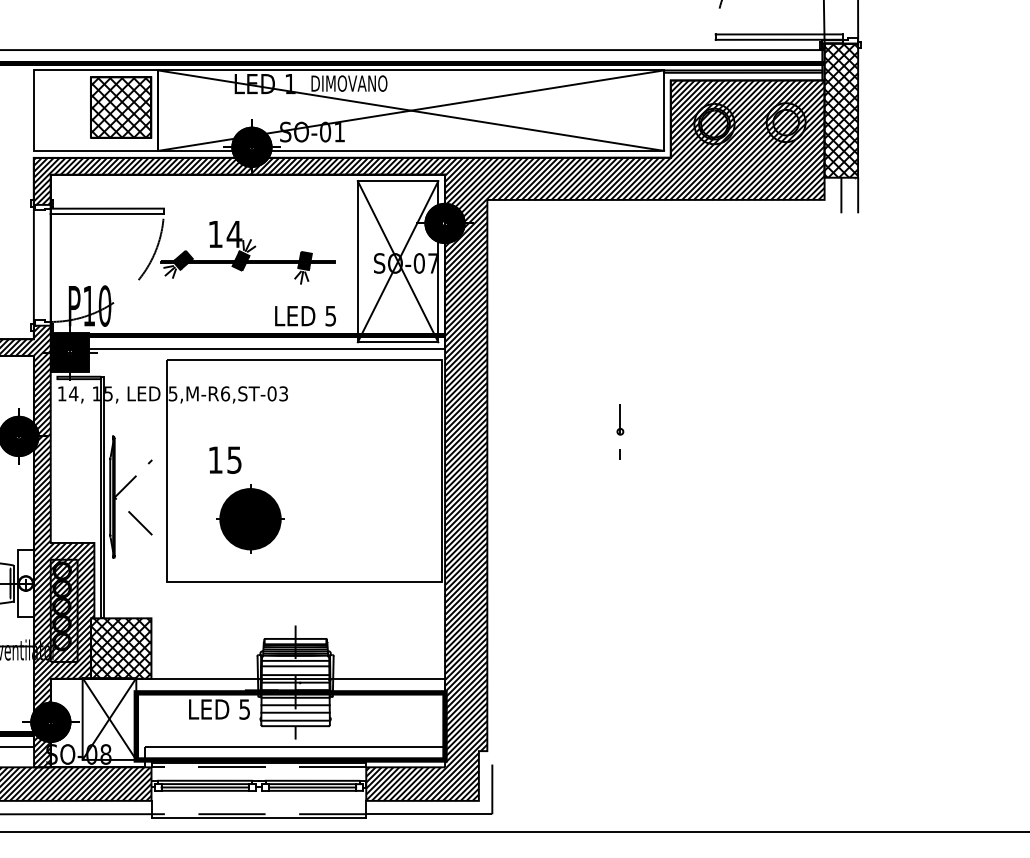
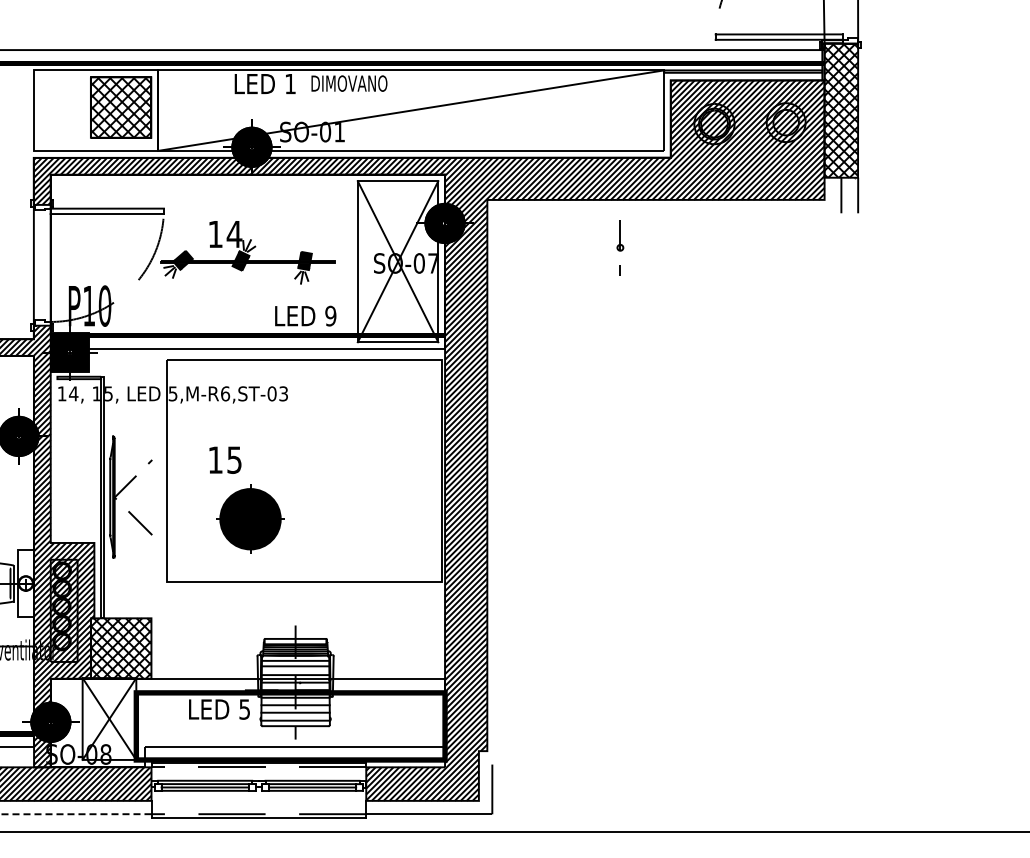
line at (411, 110): present -> none
text at (330, 315): 5 -> 9
part at (620, 431) position: (620, 431) -> (620, 247)
line at (75, 814): solid -> dashed
